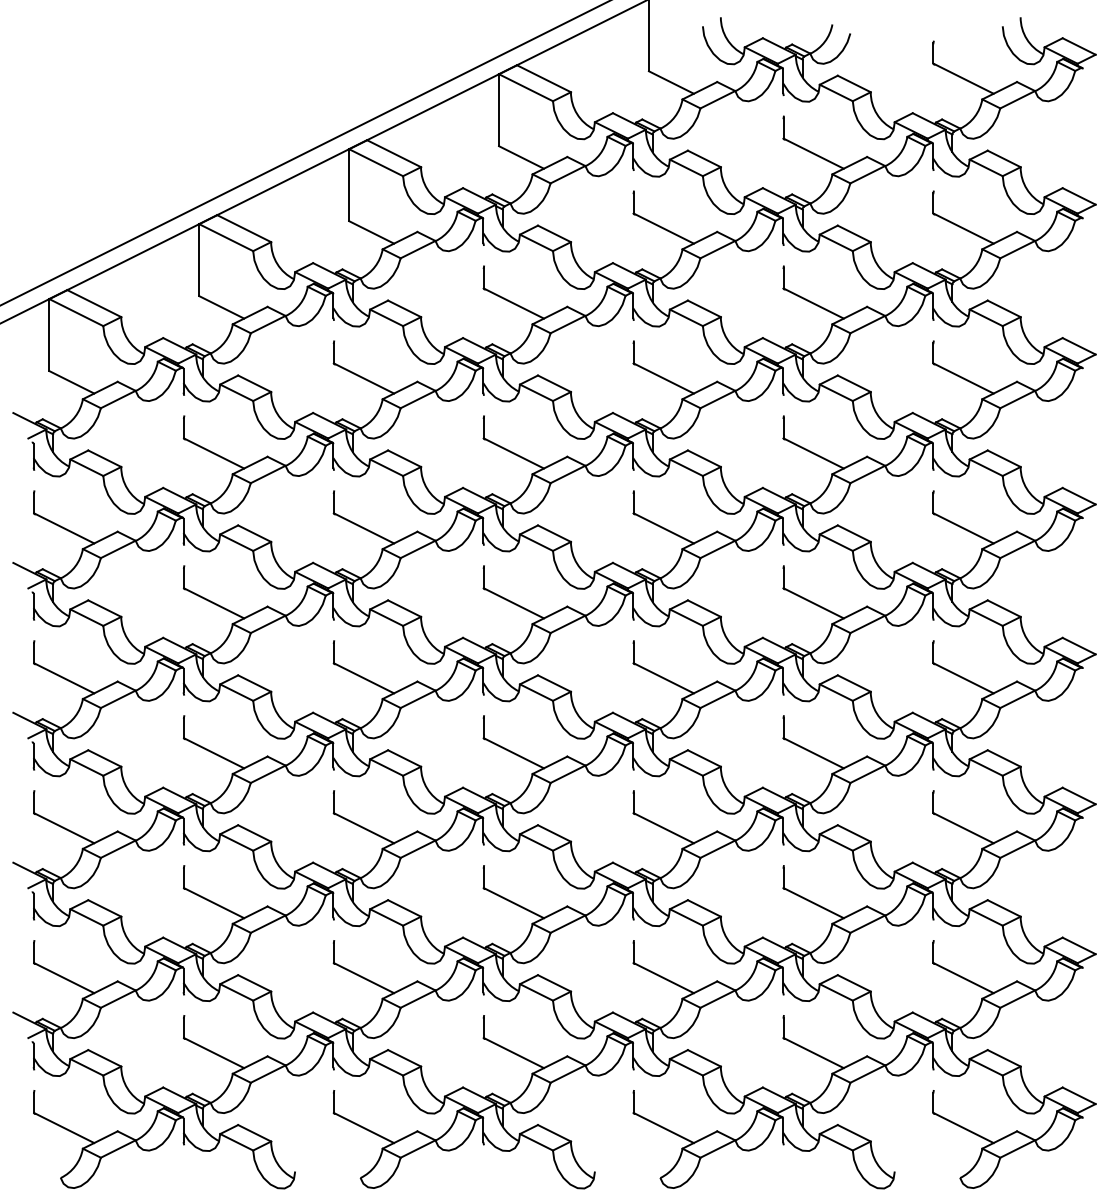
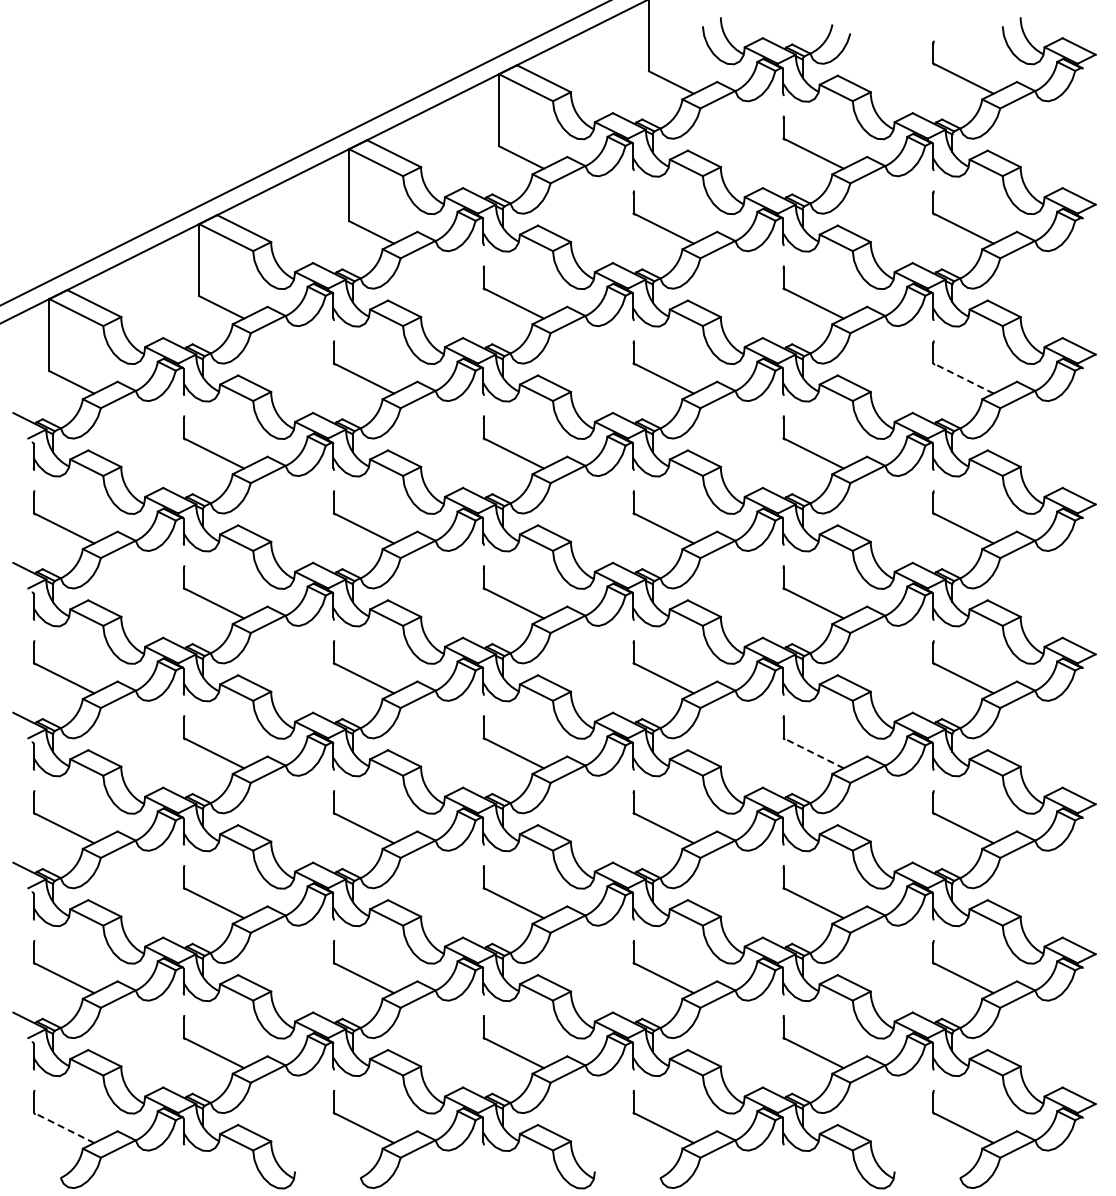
line at (963, 378): solid -> dashed
line at (813, 753): solid -> dashed
line at (64, 1128): solid -> dashed
